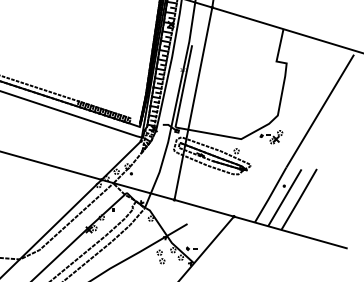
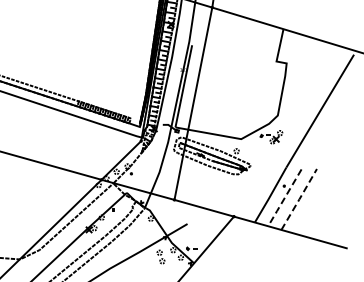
line at (284, 198): solid -> dashed
line at (299, 199): solid -> dashed
